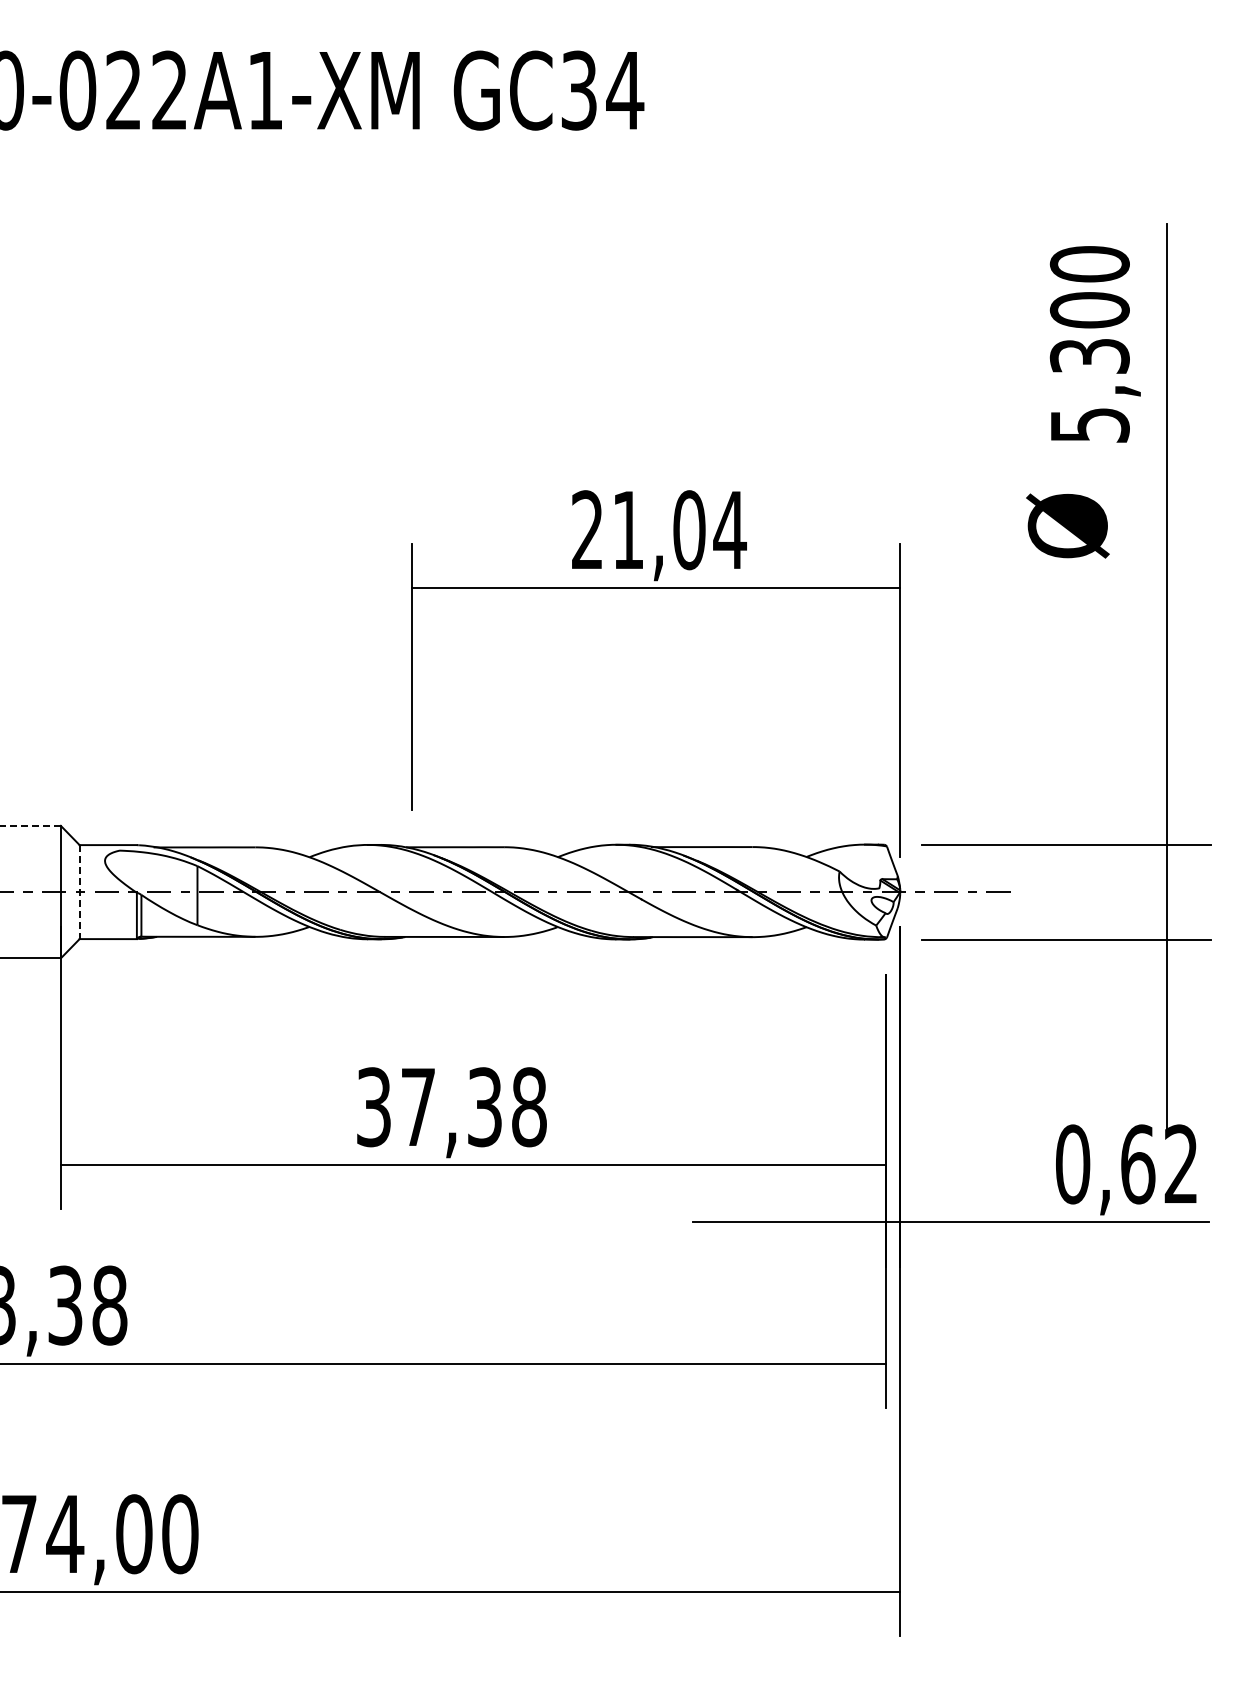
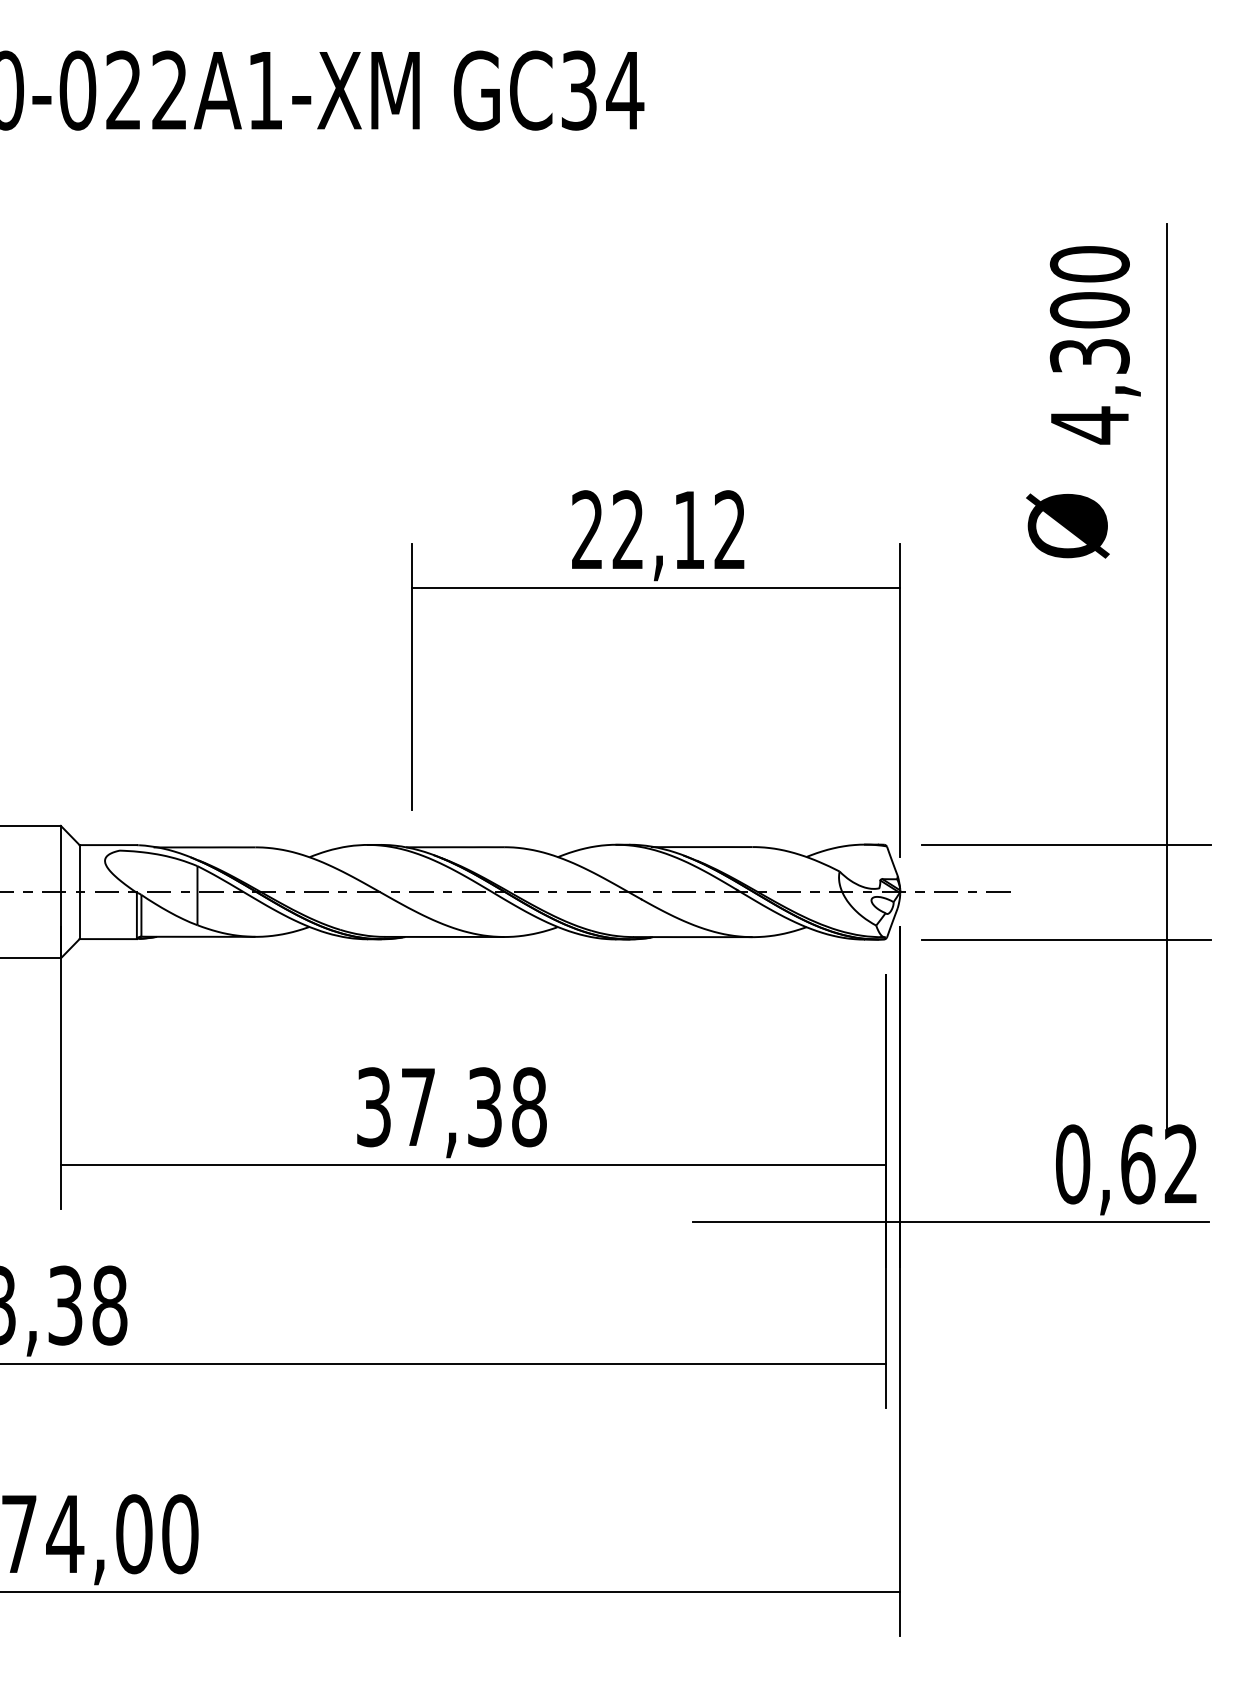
text at (1090, 425): 5,300 -> 4,300
text at (679, 530): 21,04 -> 22,12
line at (30, 825): dashed -> solid
line at (79, 892): dashed -> solid
